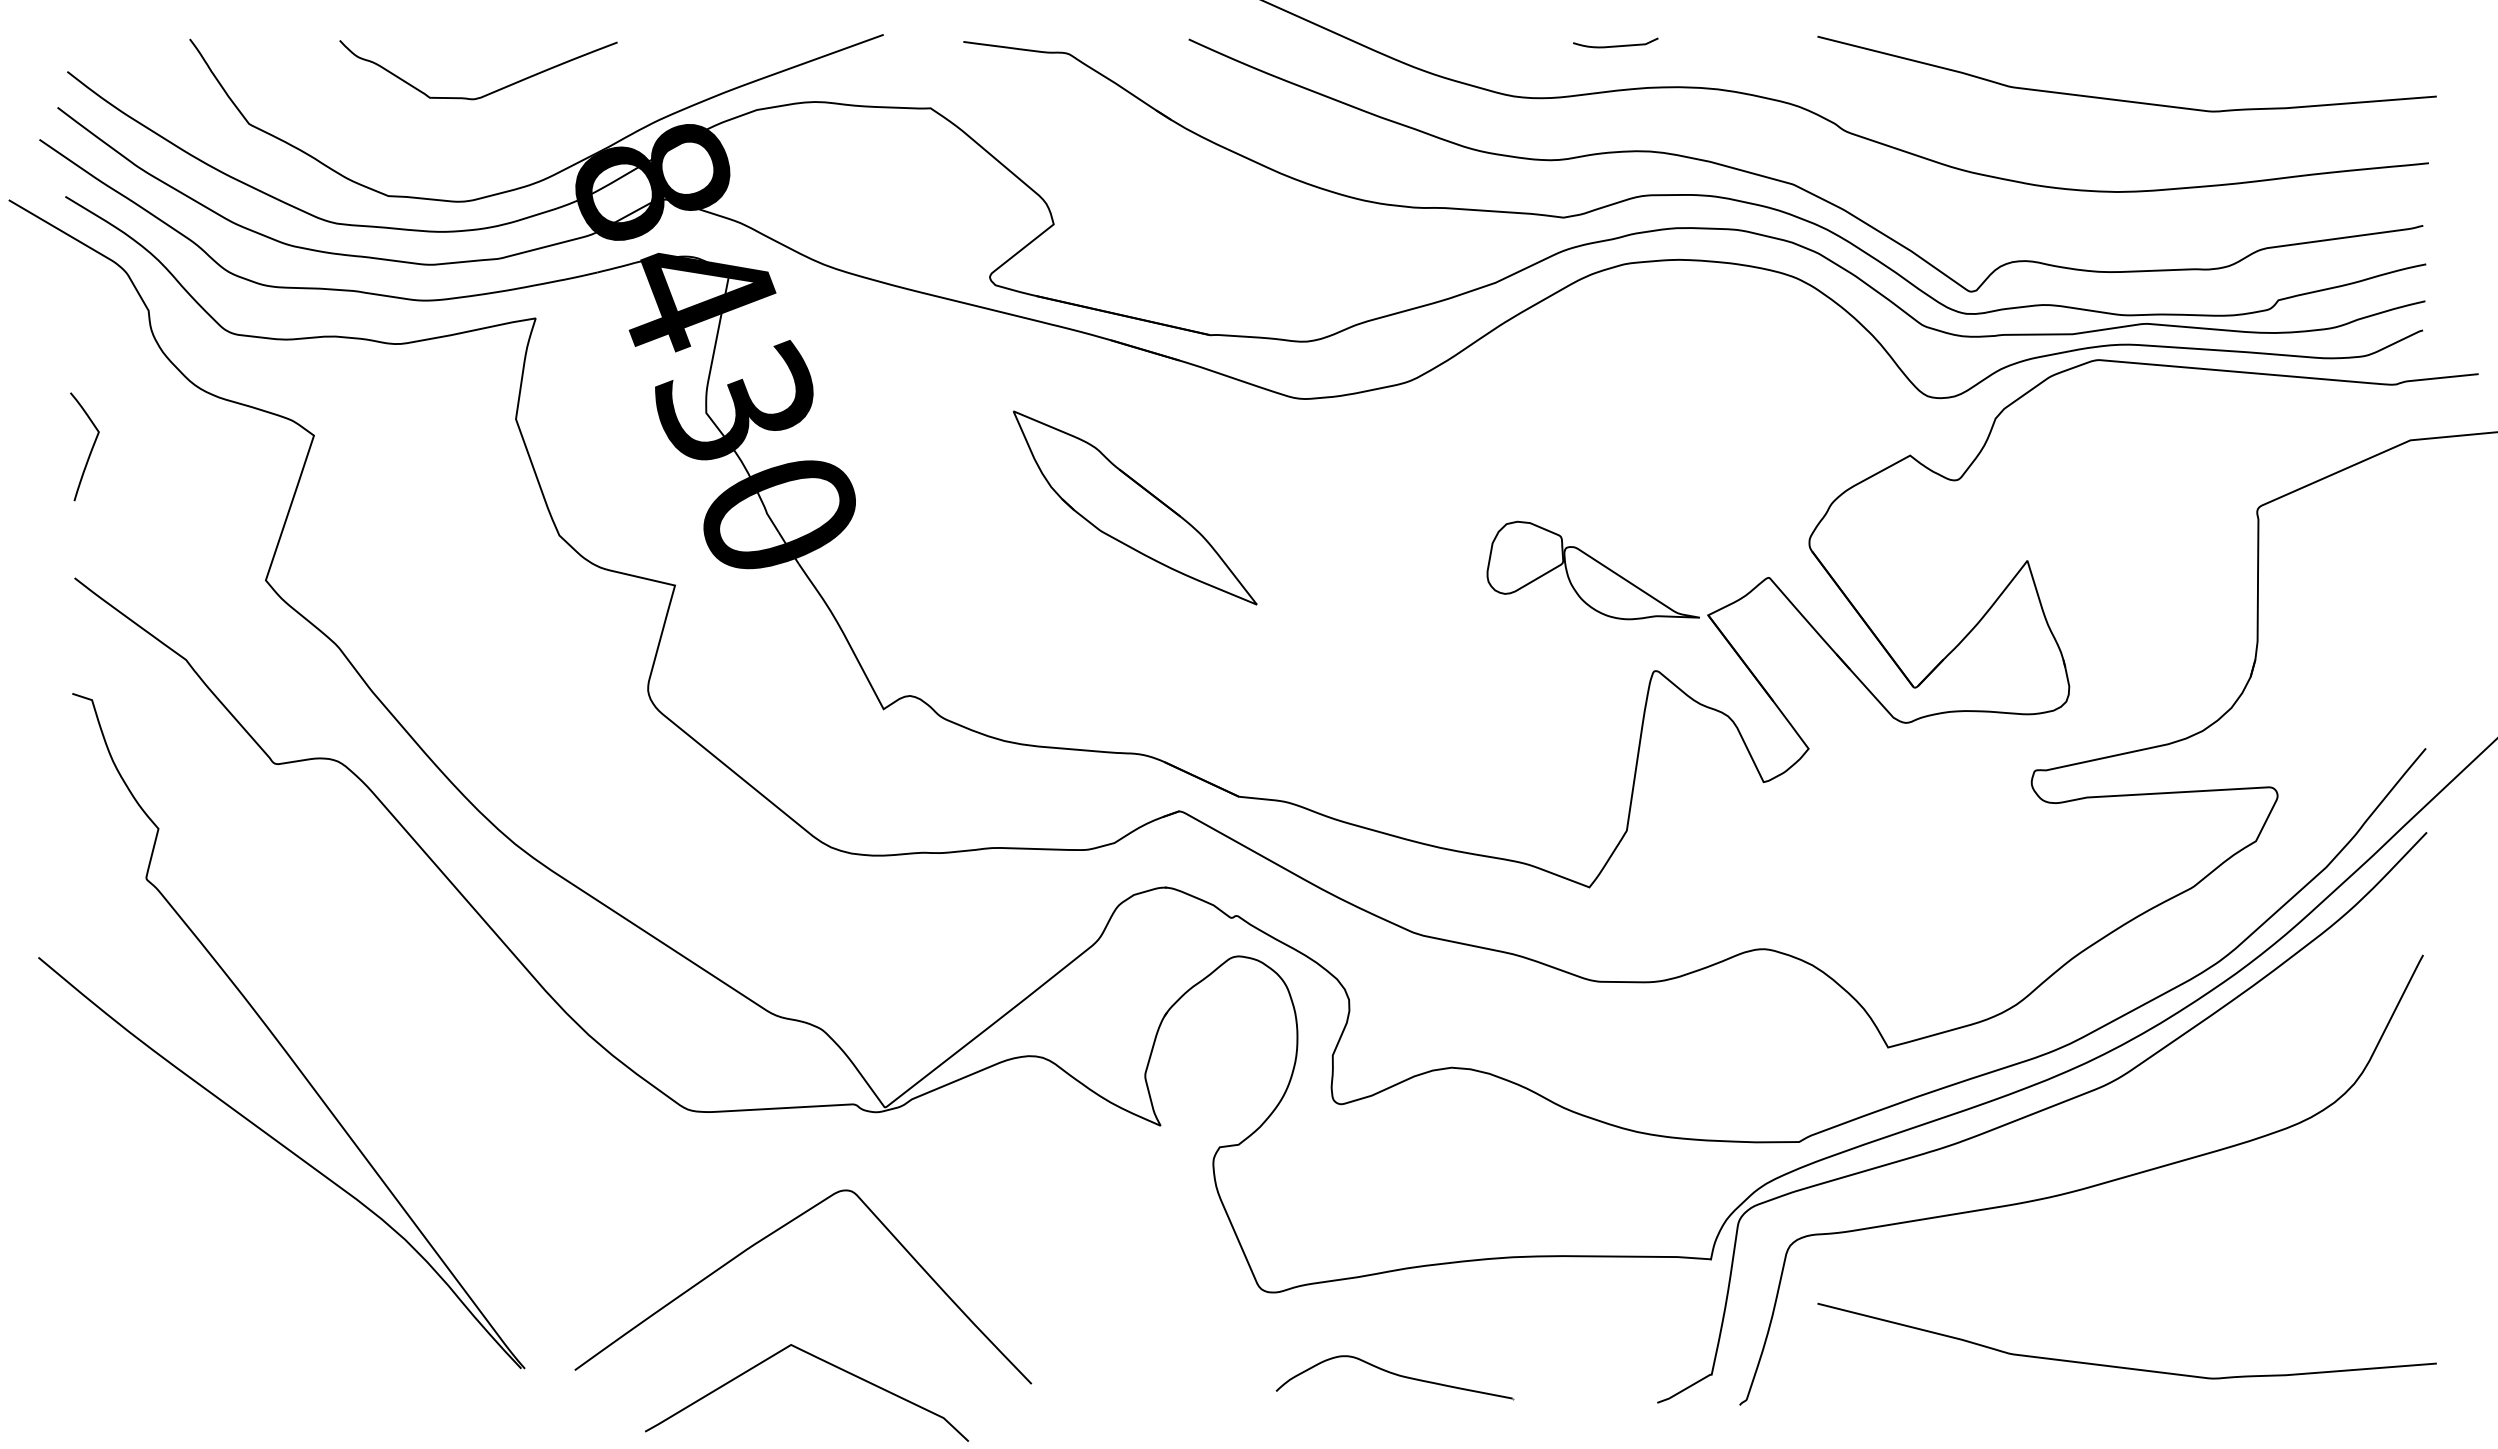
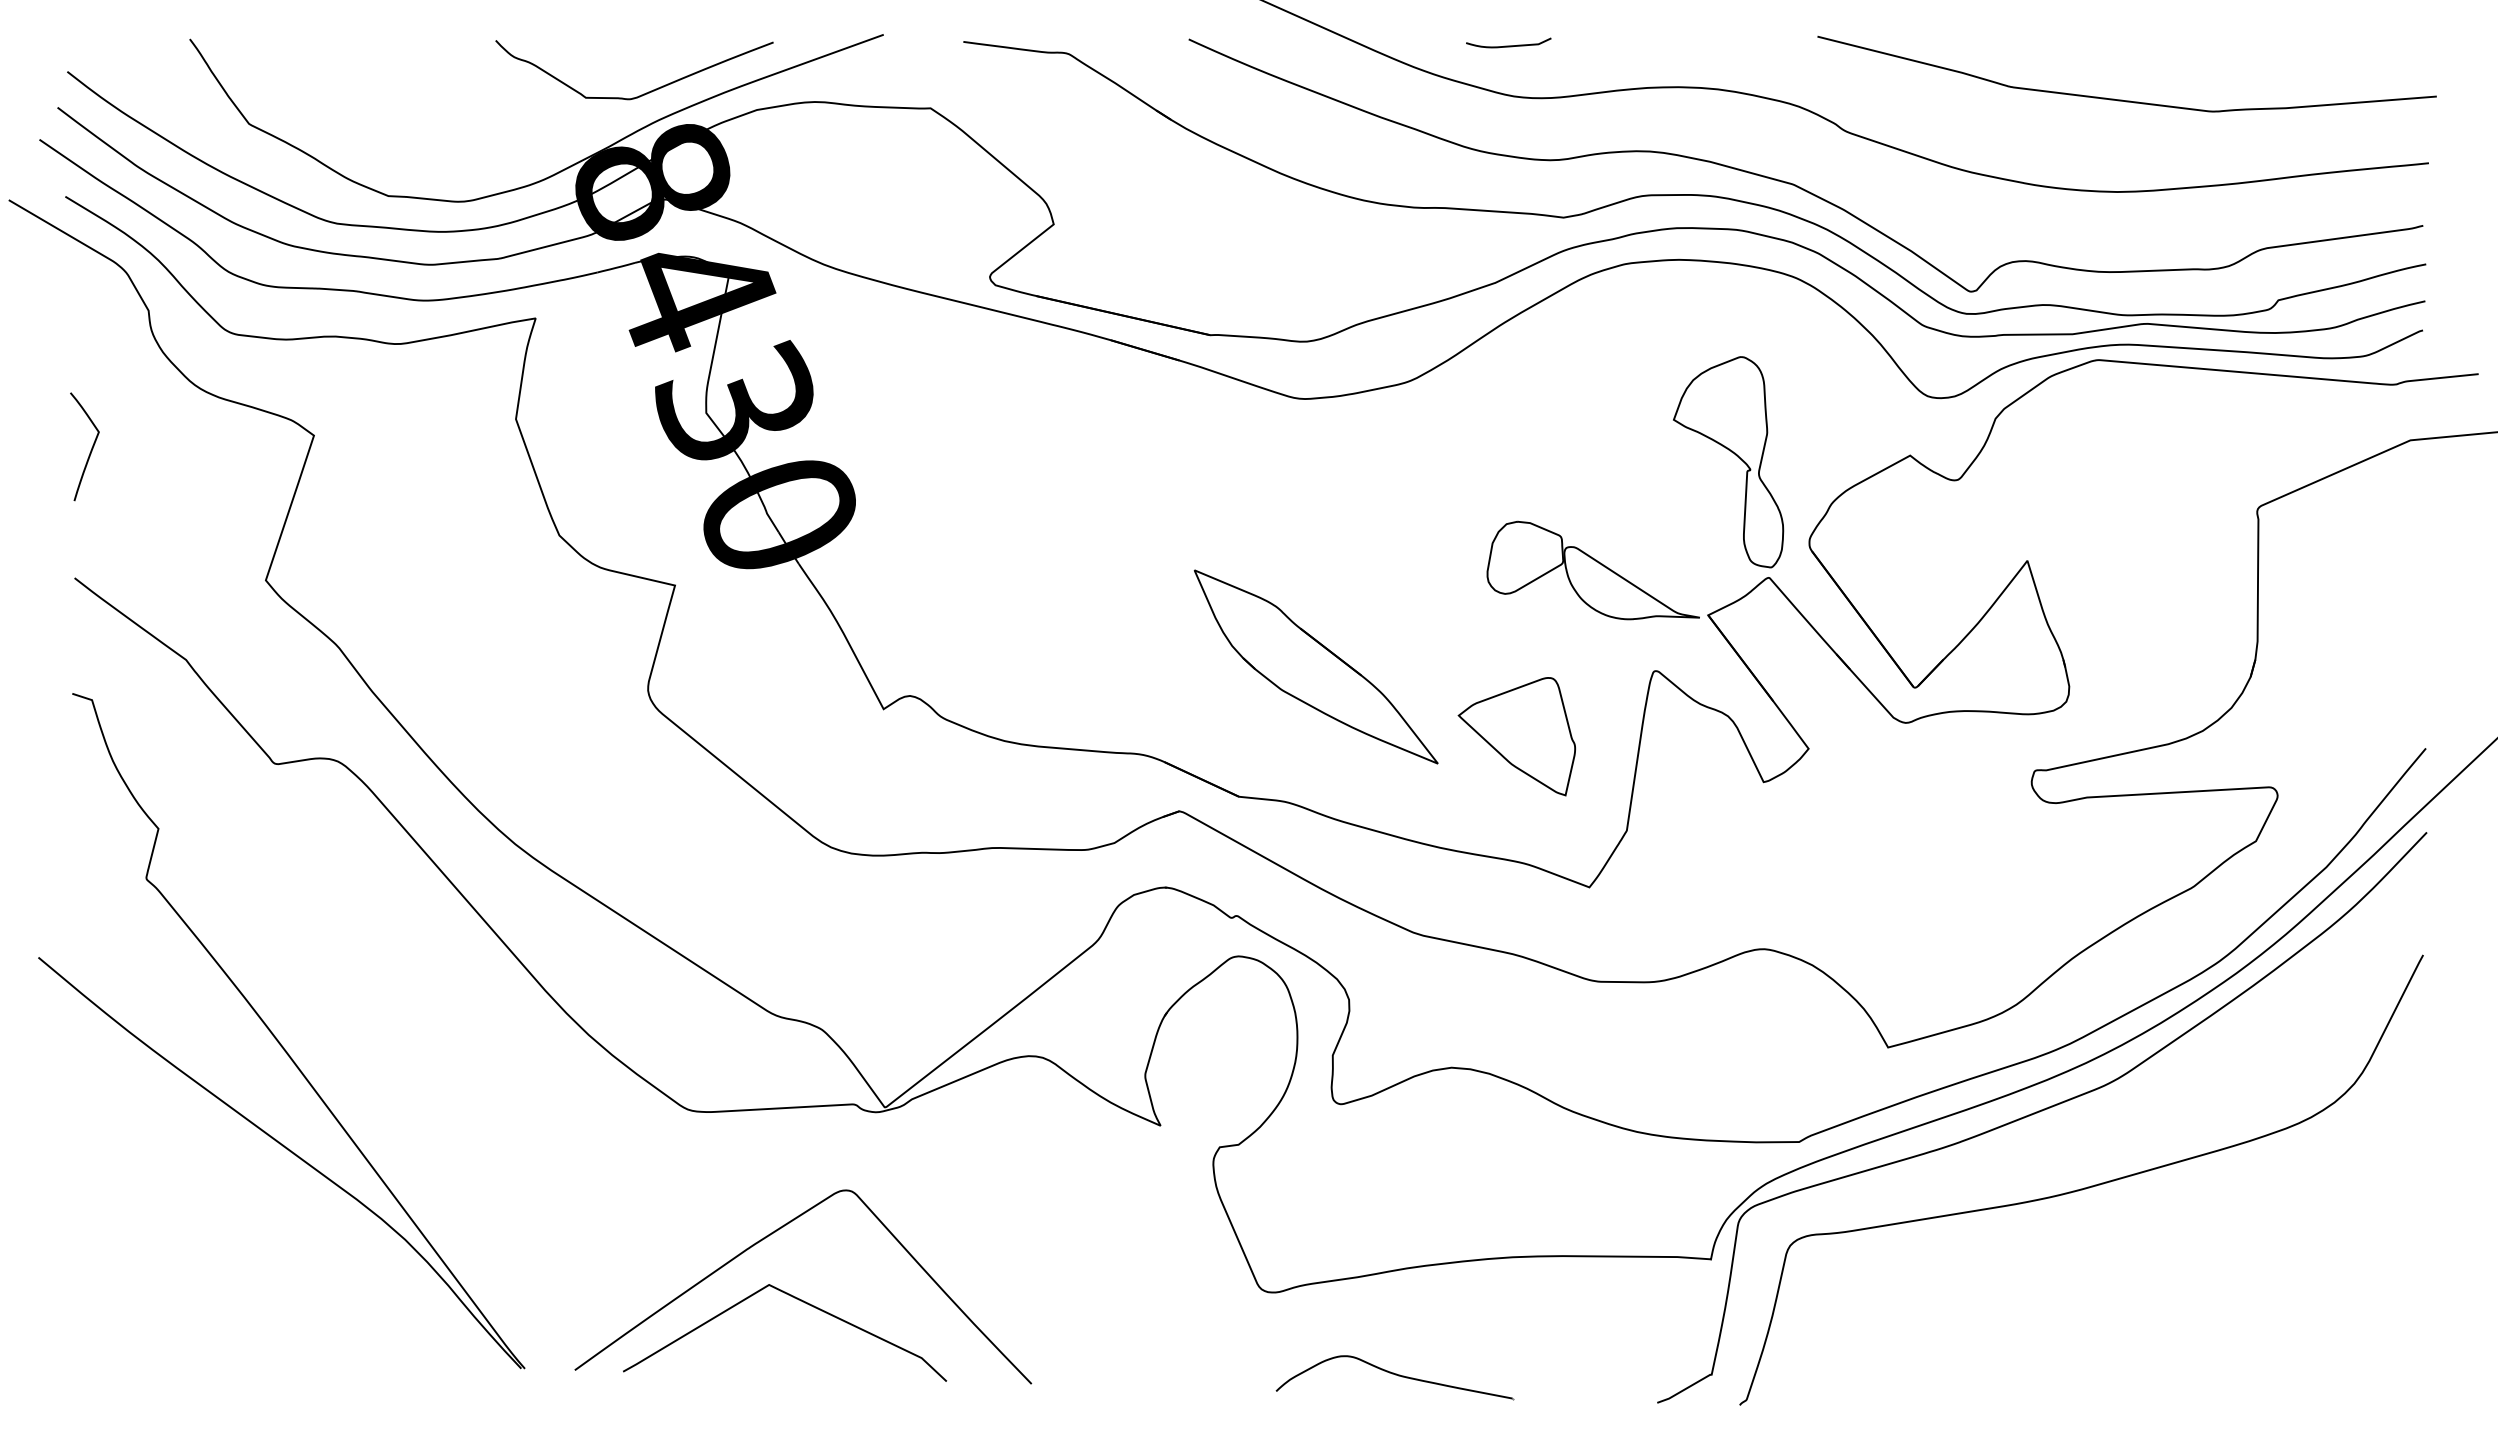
curve at (1615, 45) position: (1615, 45) -> (1508, 45)
curve at (487, 93) position: (487, 93) -> (643, 93)
part at (1732, 453): none -> present
part at (1134, 507) position: (1134, 507) -> (1315, 666)
part at (1516, 736): none -> present
curve at (822, 1361) position: (822, 1361) -> (800, 1301)
curve at (2122, 1366): present -> none
